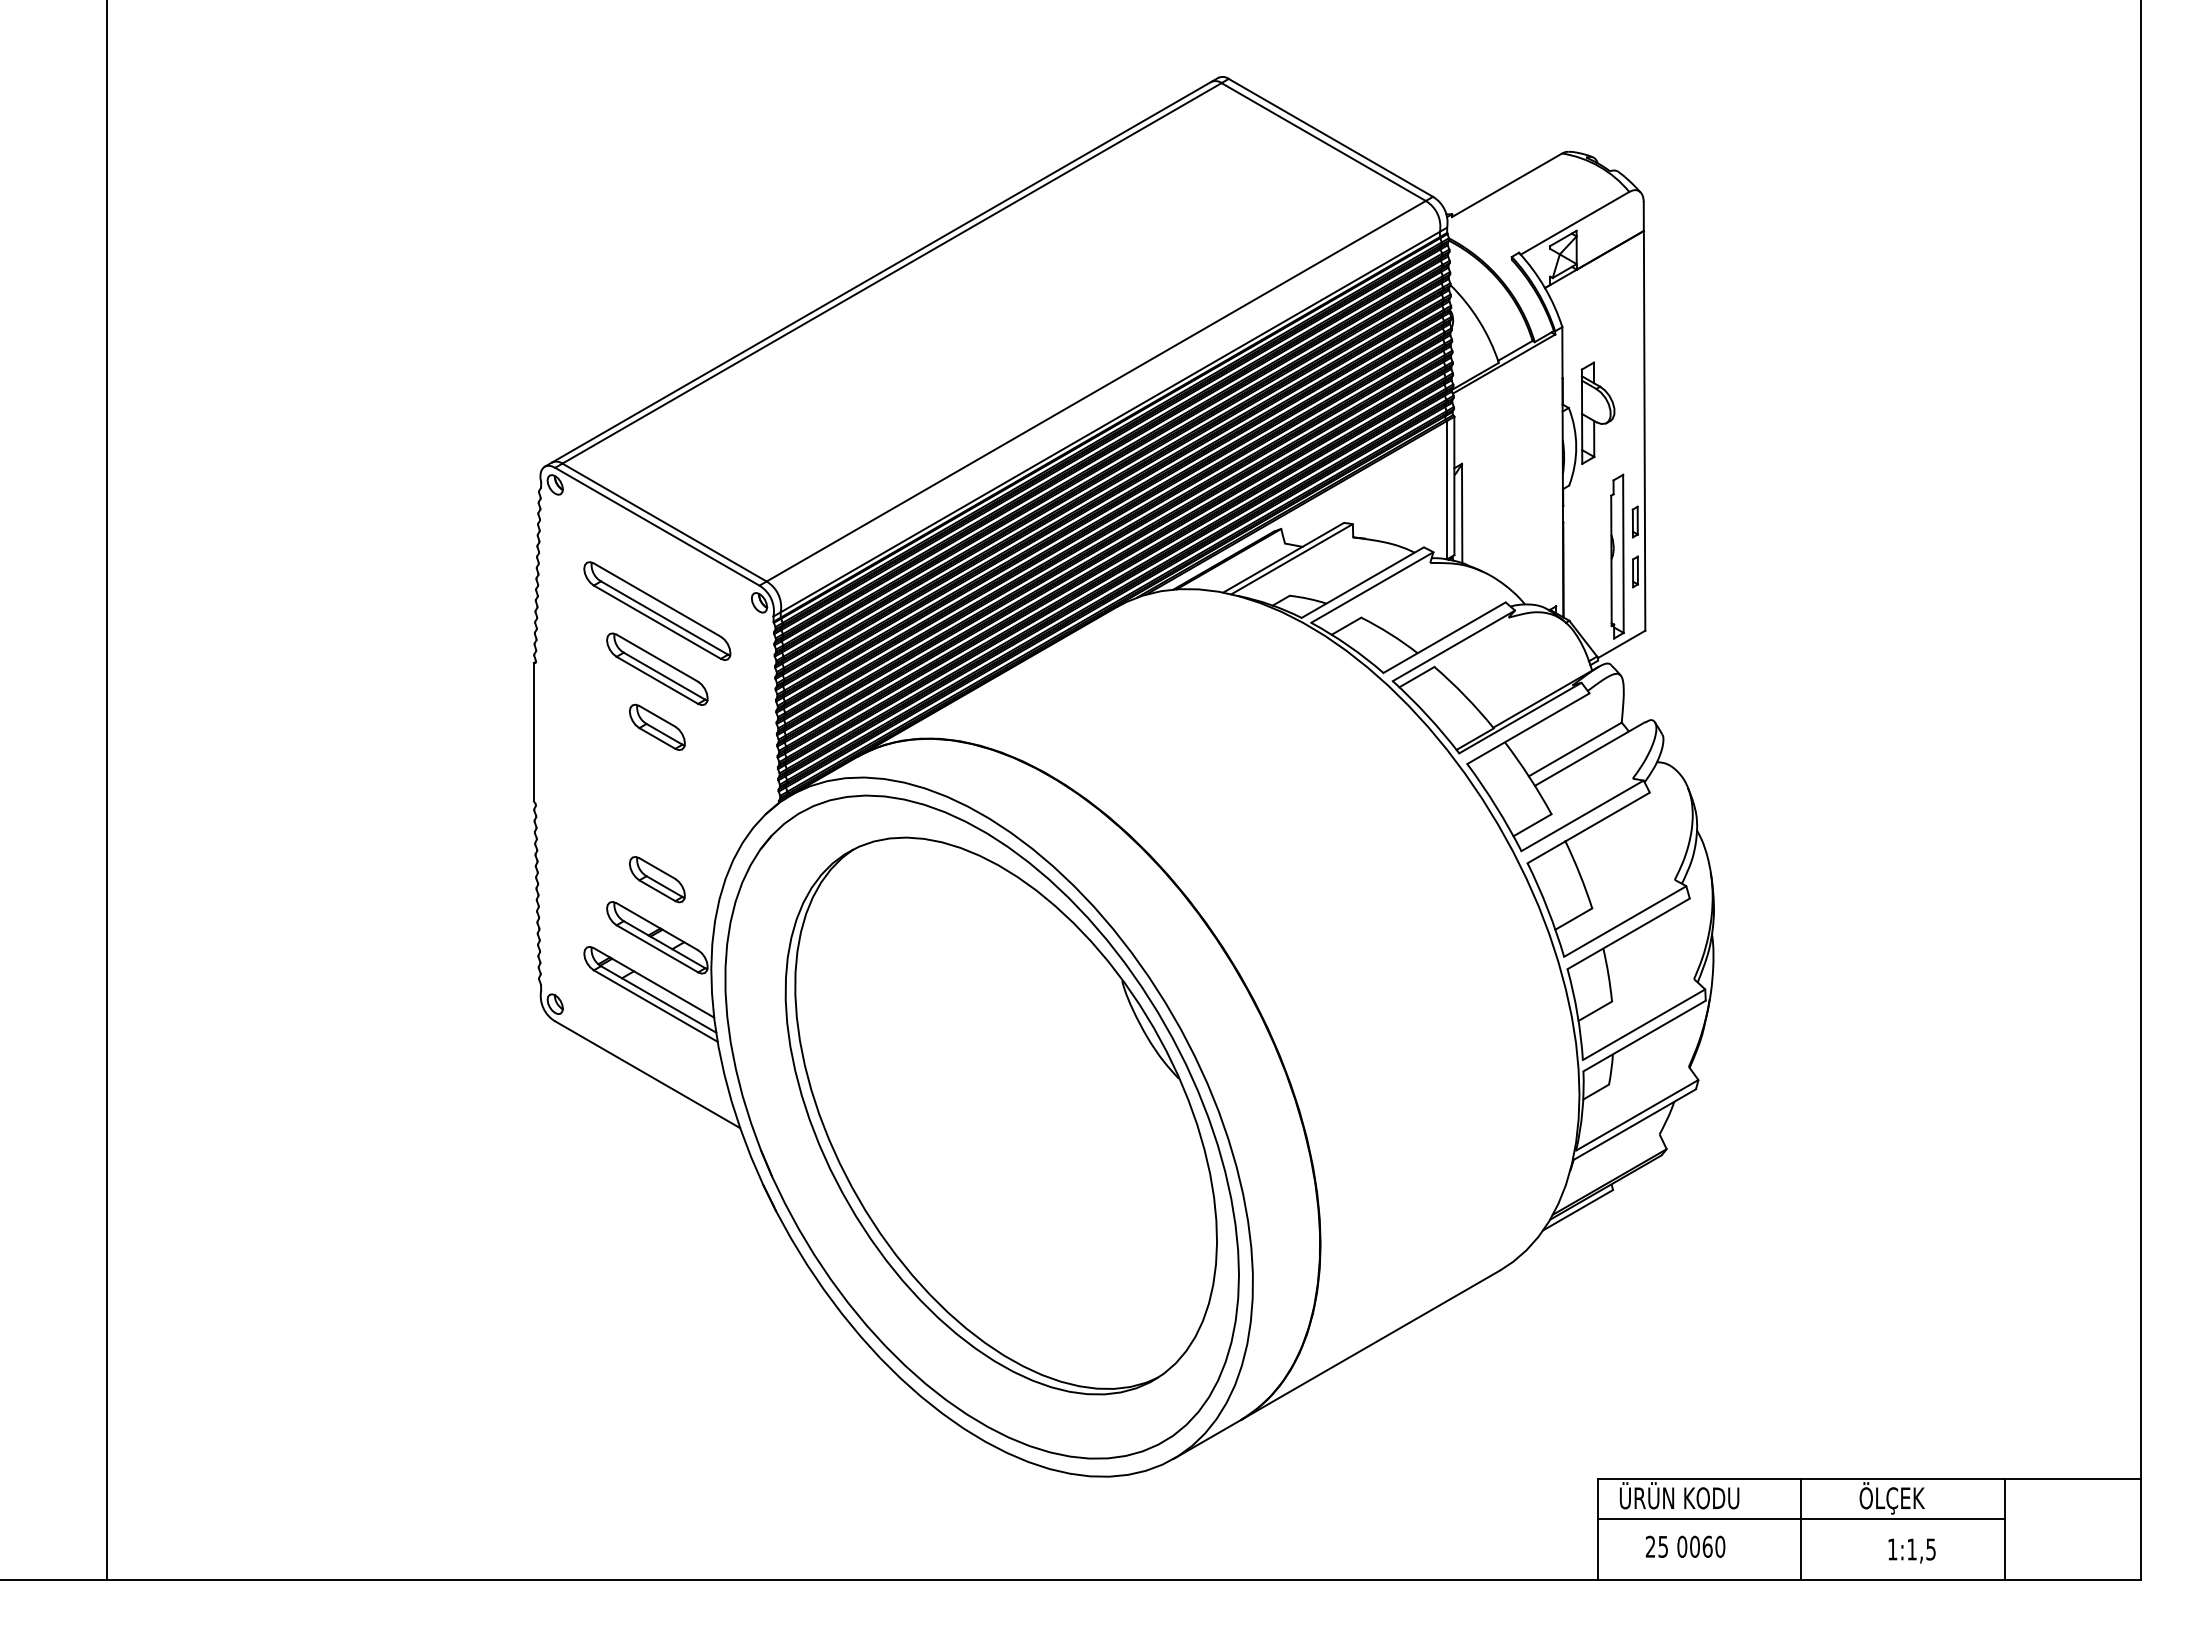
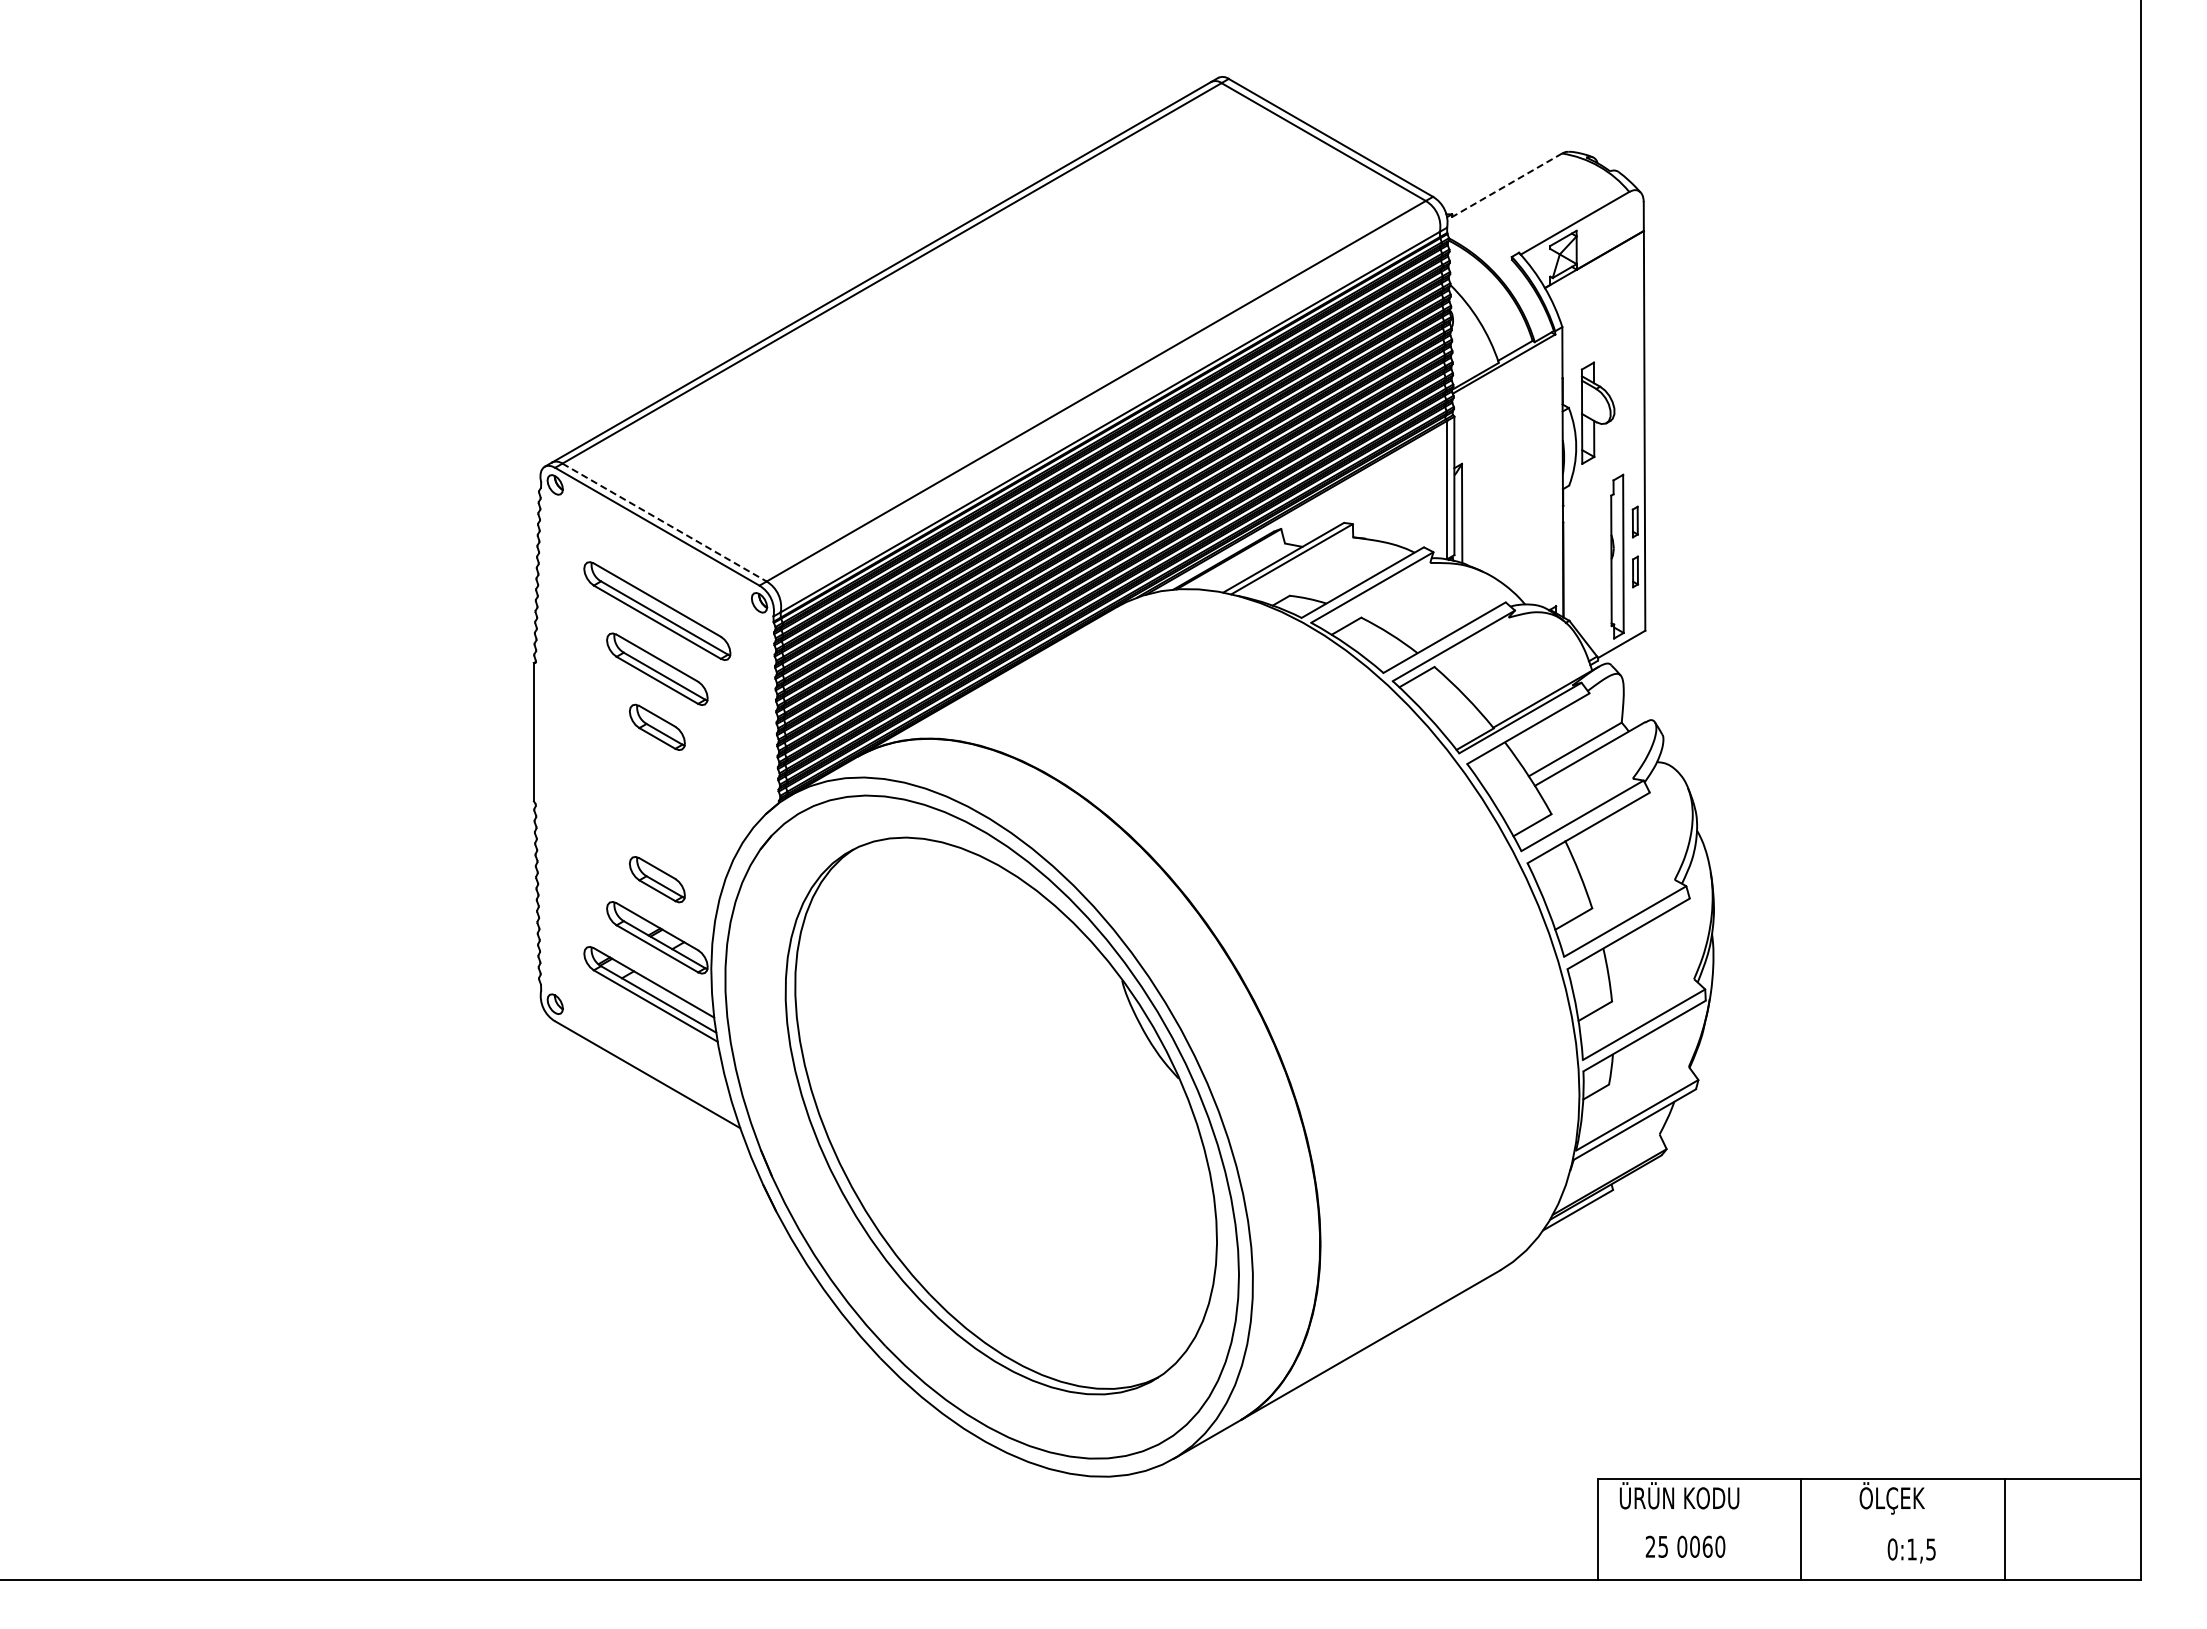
line at (1507, 185): solid -> dashed
line at (664, 522): solid -> dashed
line at (106, 791): present -> none
line at (1800, 1519): present -> none
text at (1892, 1549): 1:1,5 -> 0:1,5
